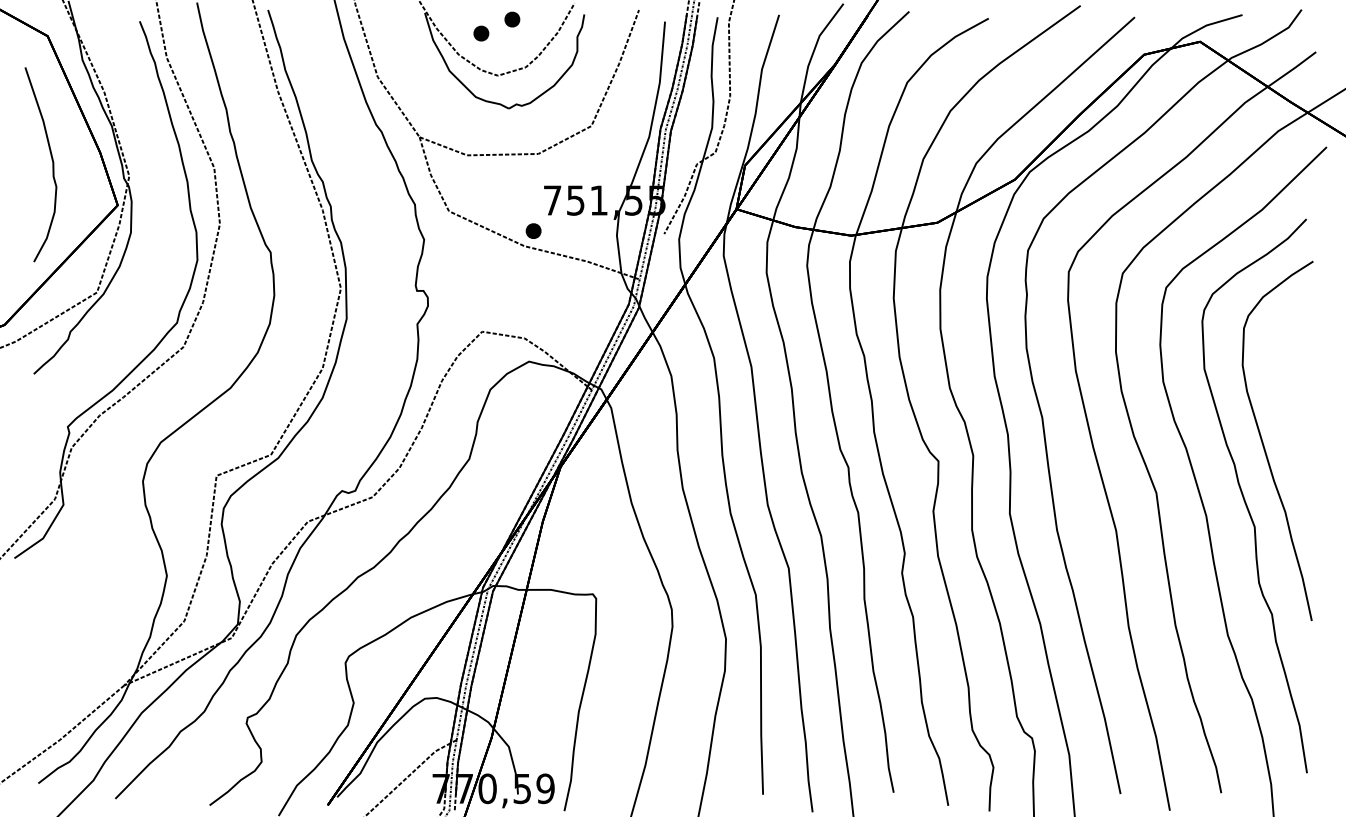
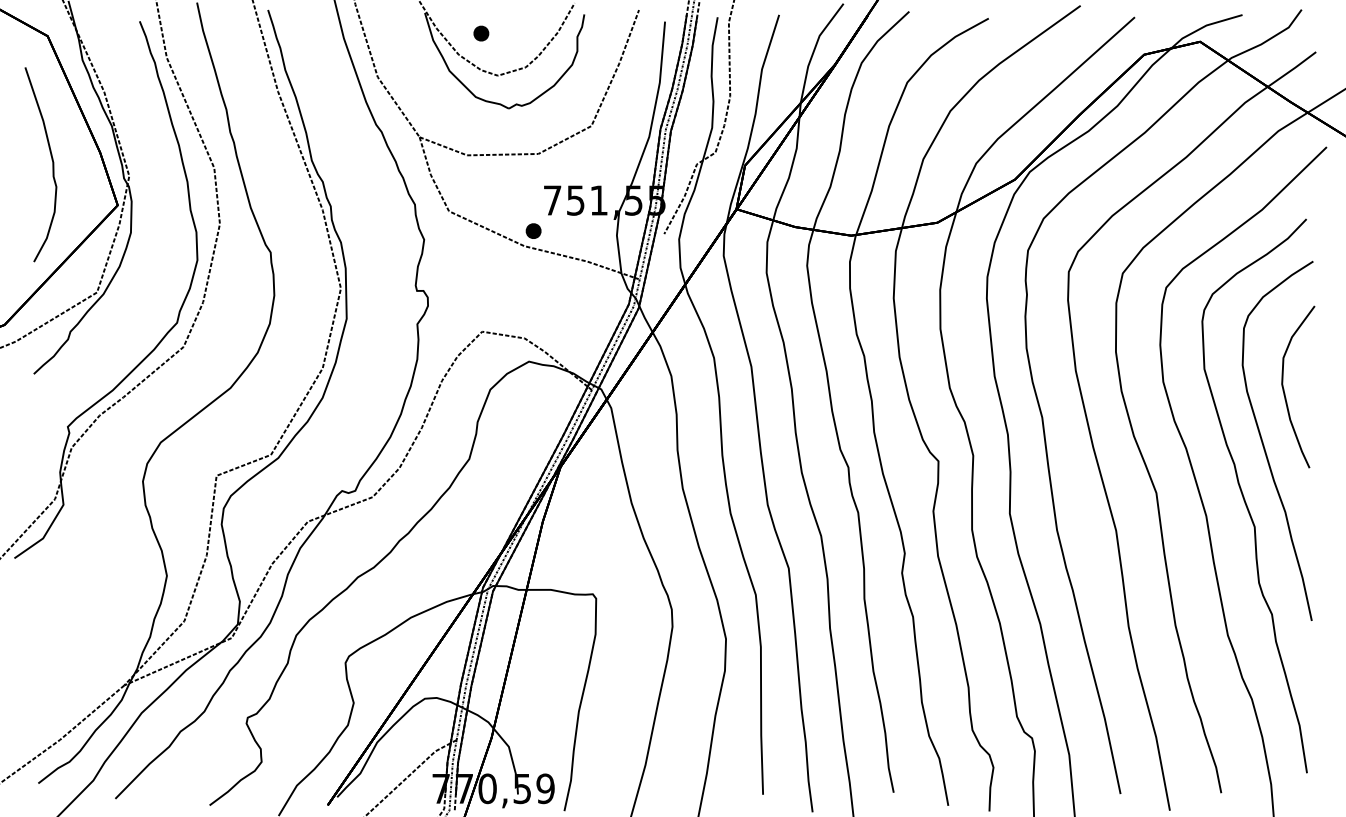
part at (512, 19): present -> none
part at (1284, 388): none -> present
